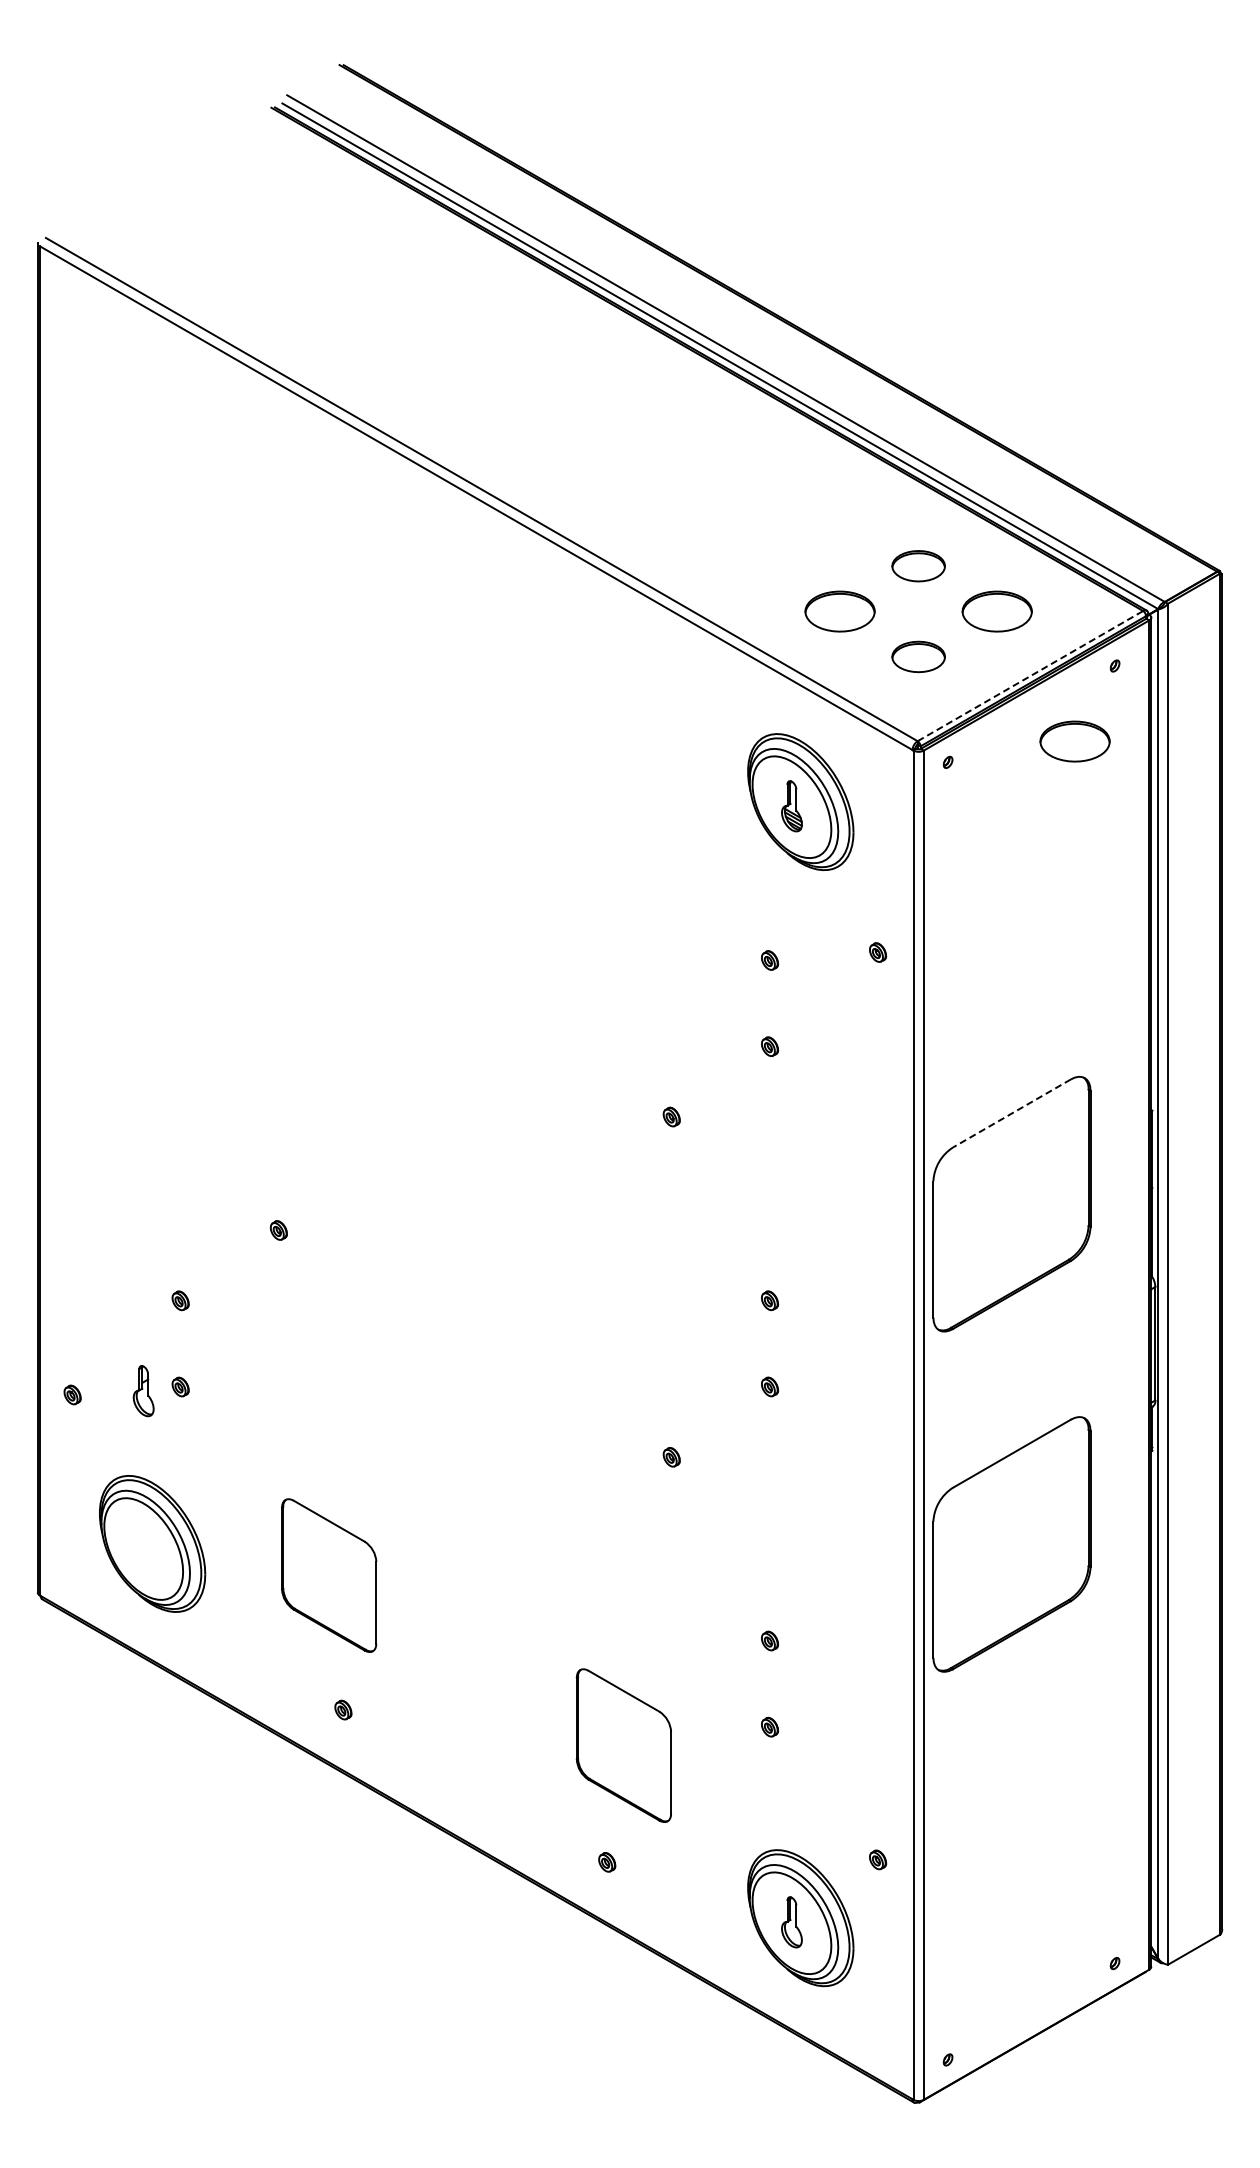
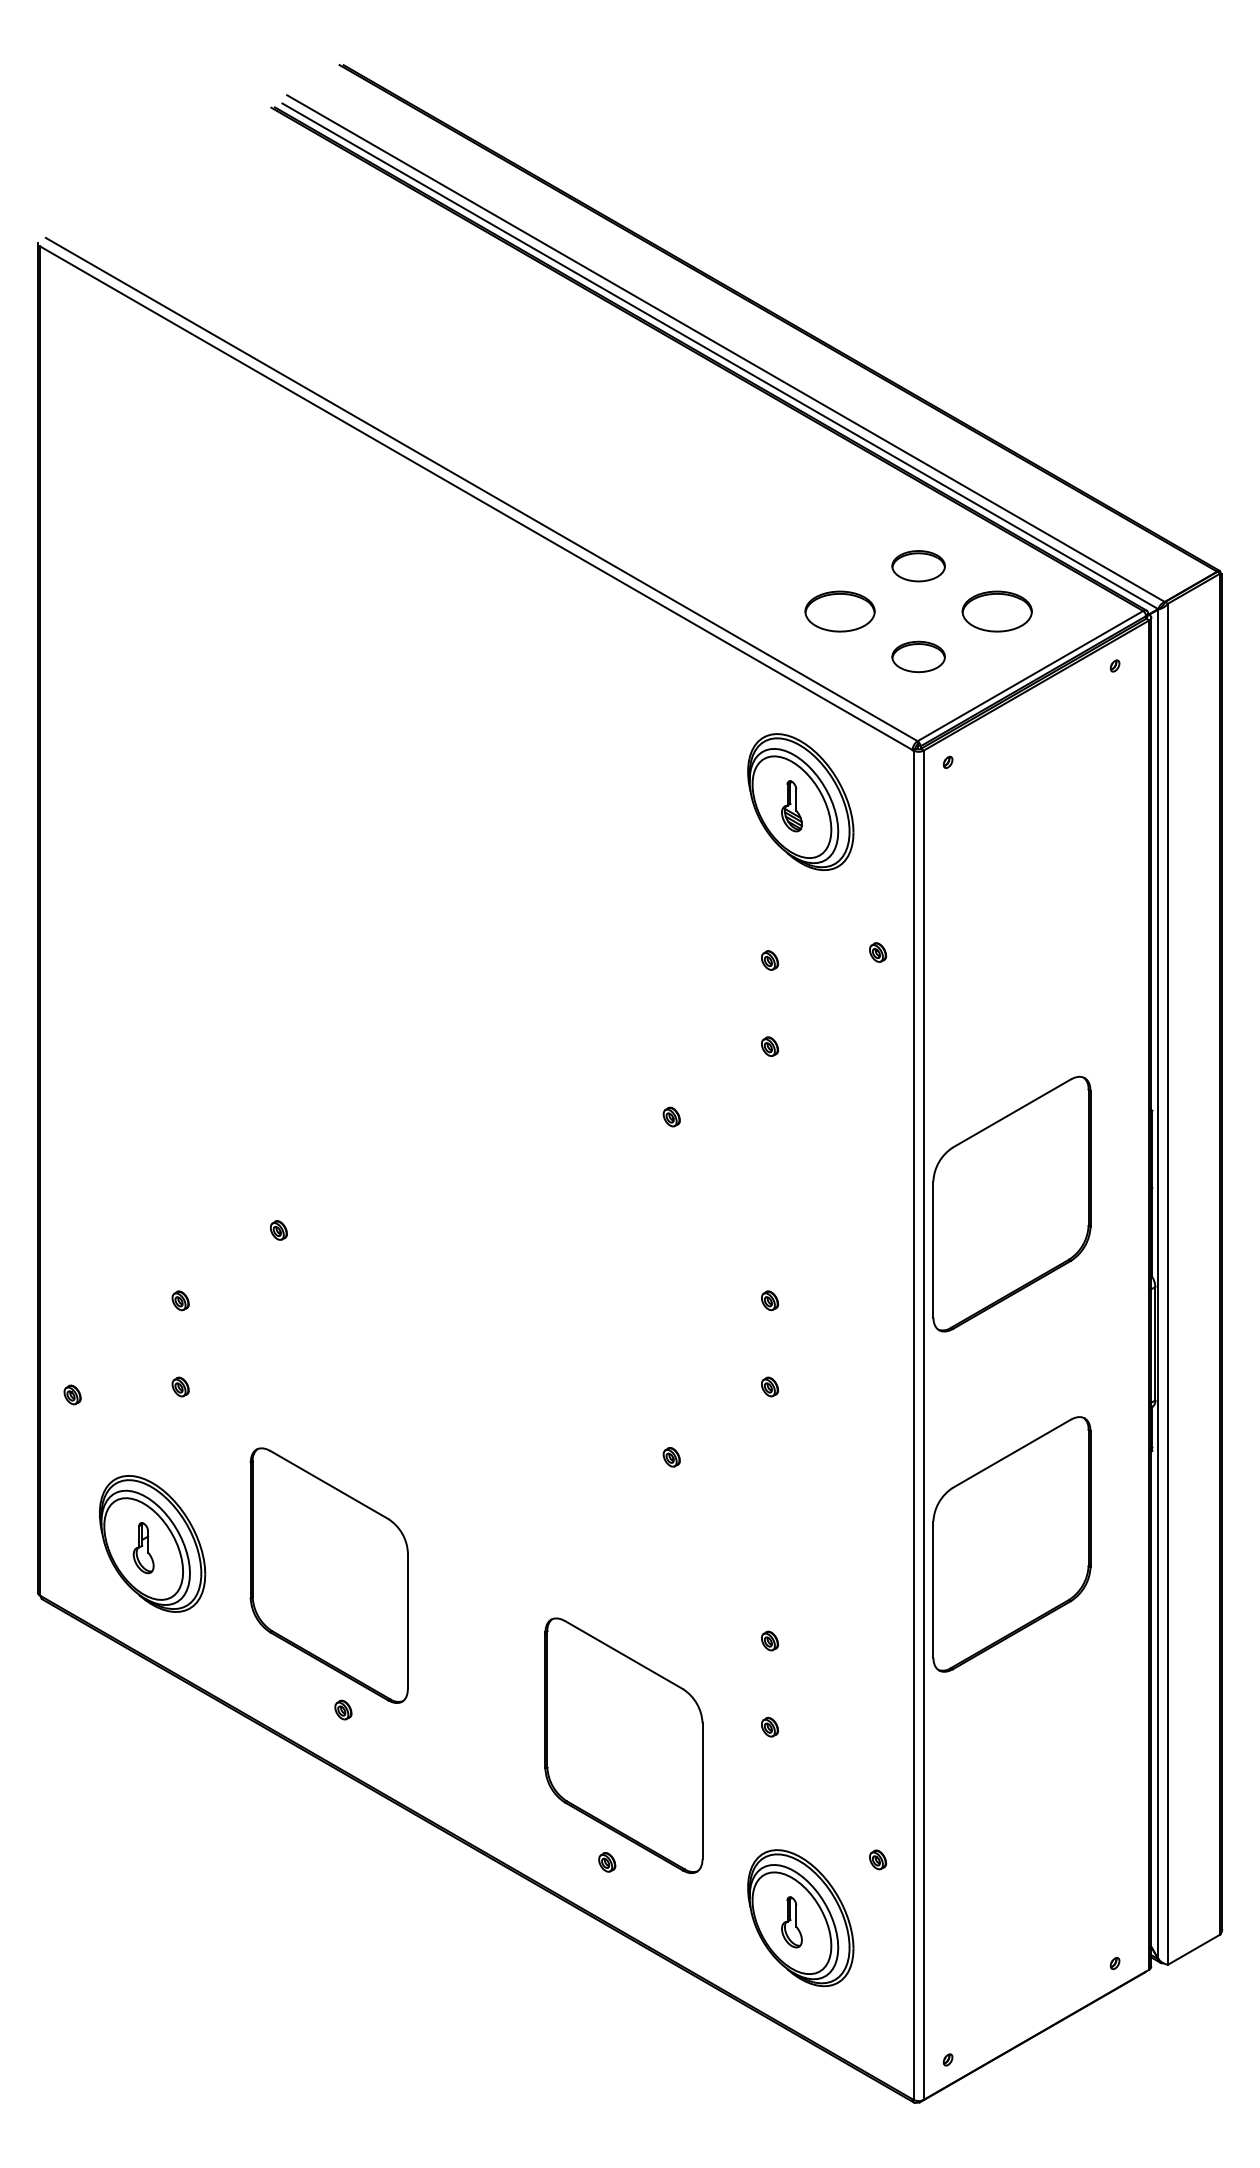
line at (1030, 675): dashed -> solid
part at (1074, 741): present -> none
line at (1011, 1113): dashed -> solid
part at (143, 1391) position: (143, 1391) -> (143, 1548)
part at (329, 1575) size: 97x155 px -> 160x257 px
part at (623, 1745) size: 97x155 px -> 160x257 px
